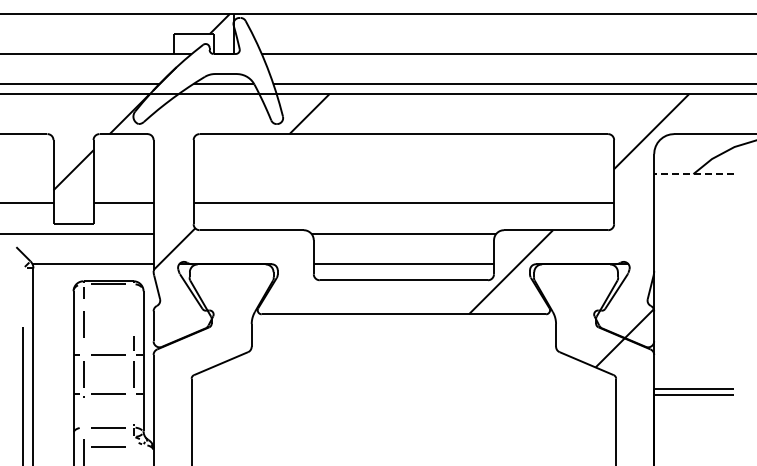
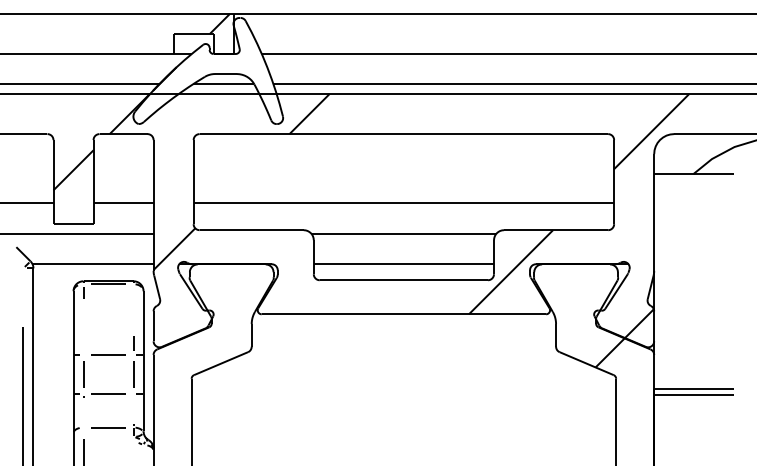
line at (693, 174): dashed -> solid
line at (83, 324): present -> none
line at (108, 446): present -> none
